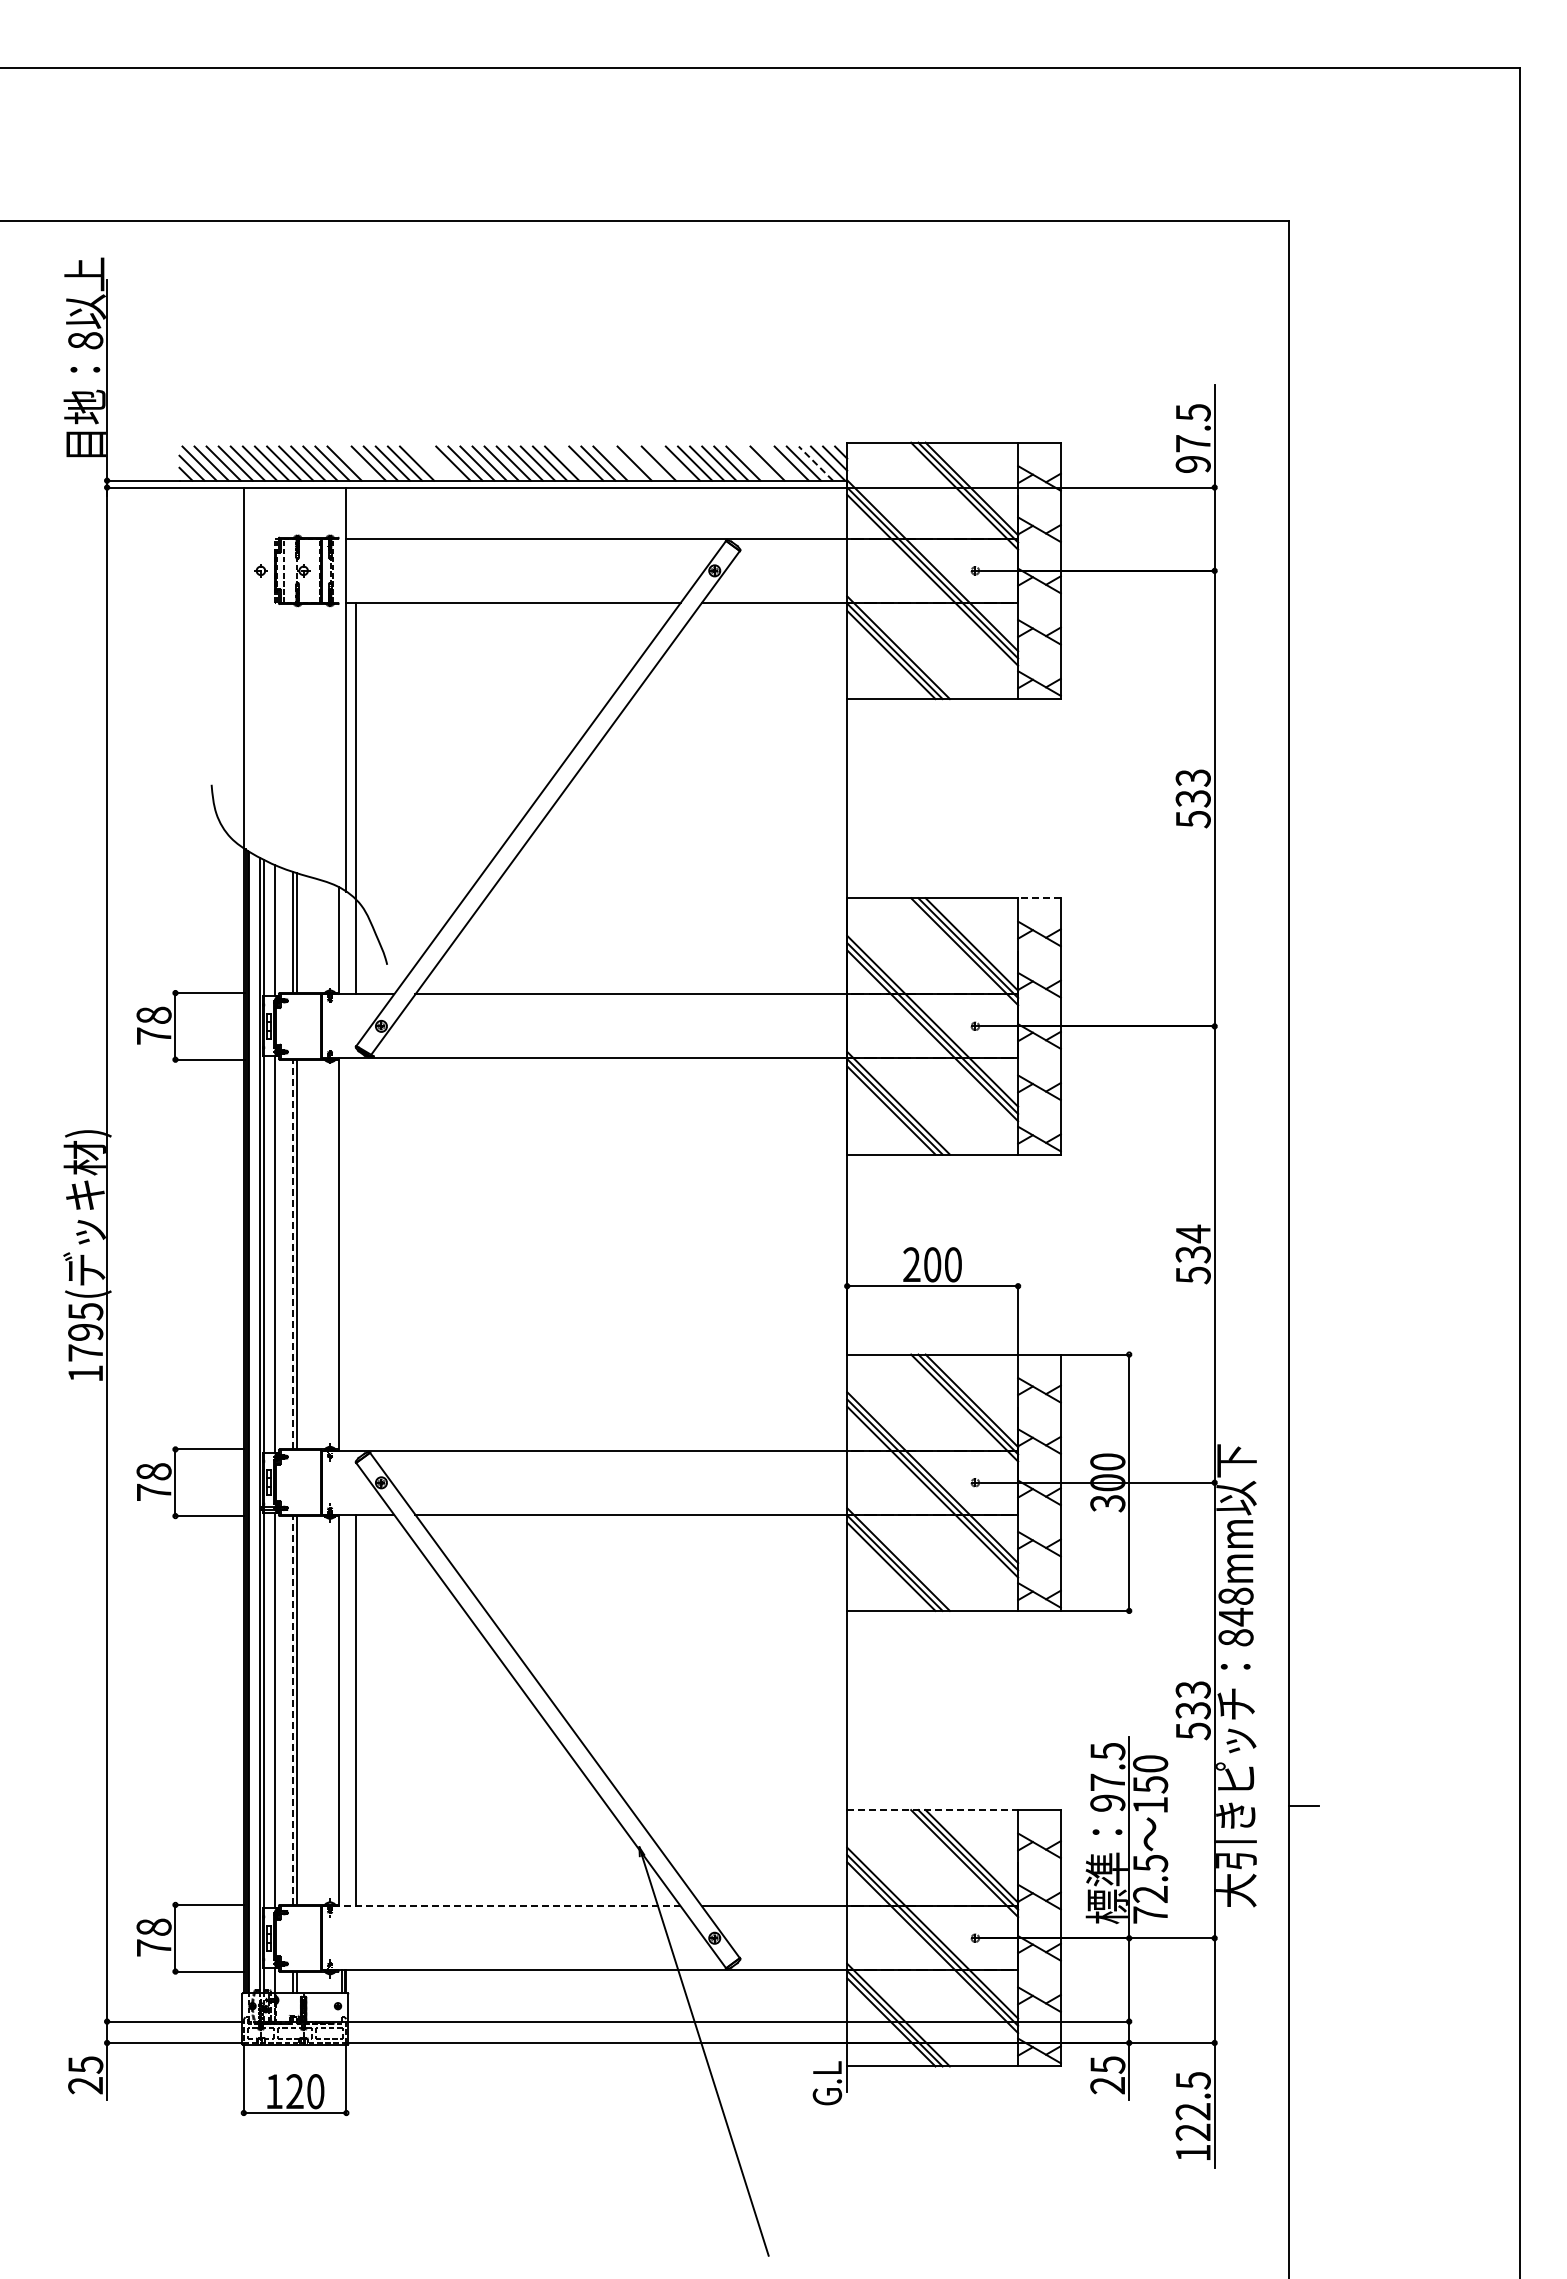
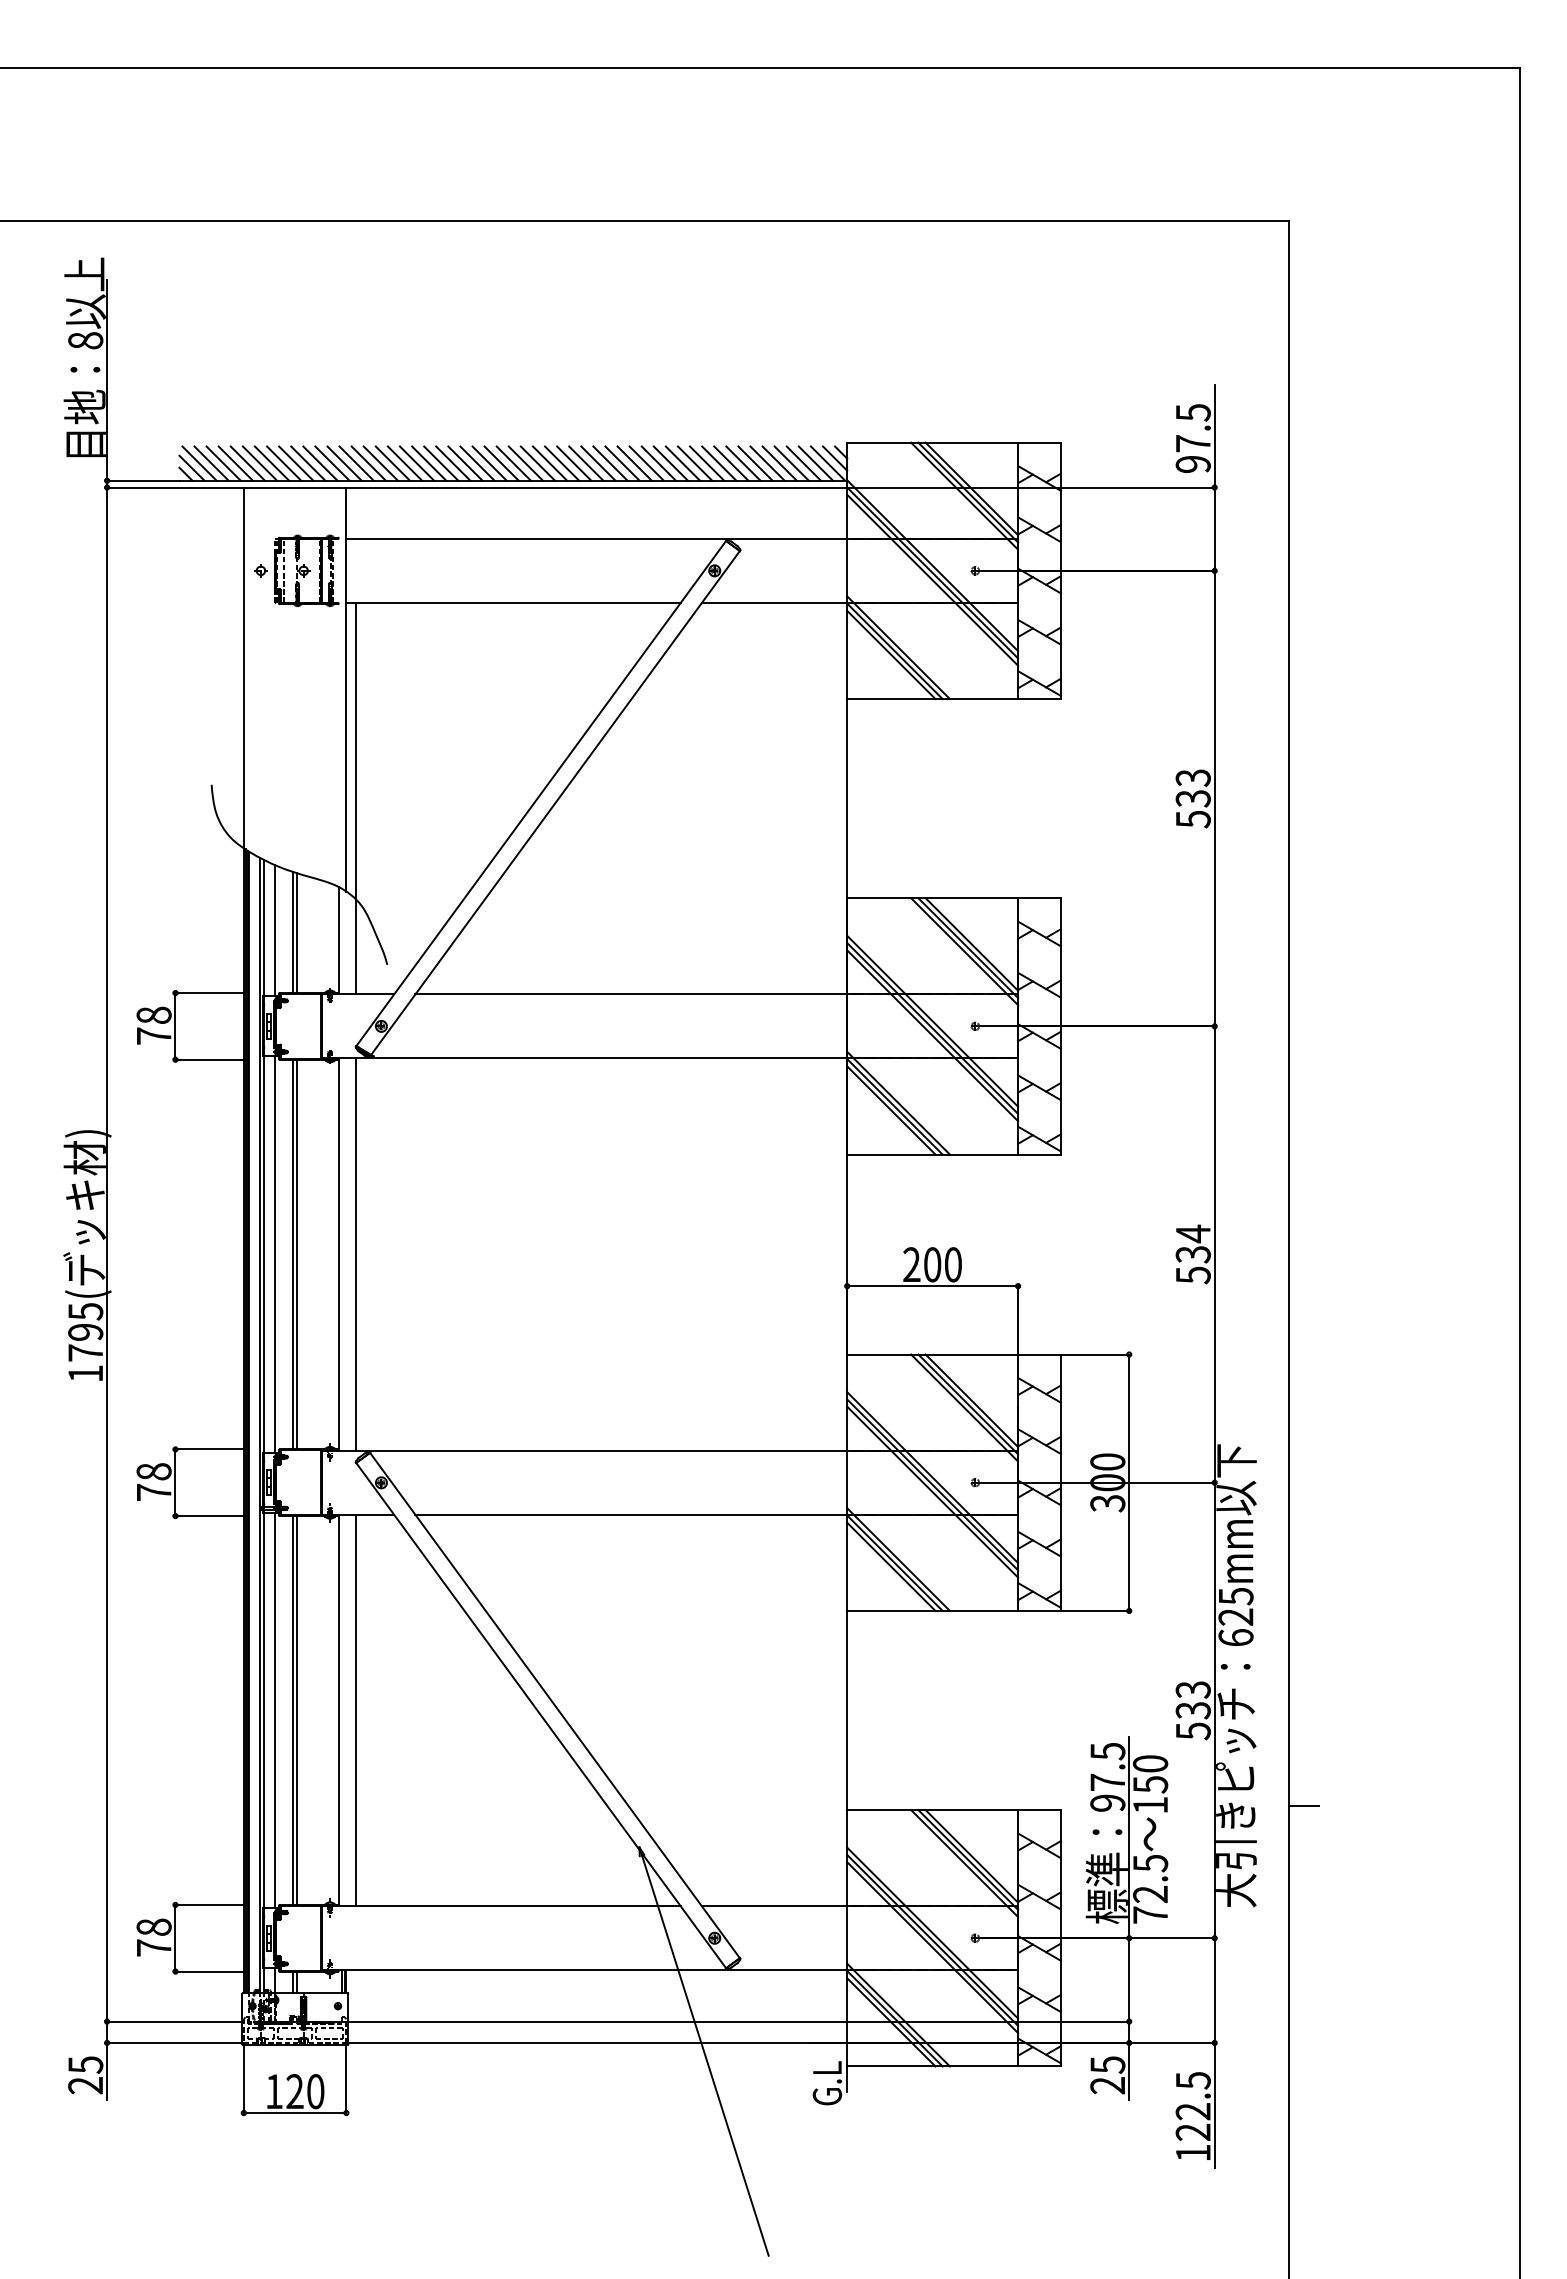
line at (356, 463): none -> present
line at (429, 463): none -> present
line at (441, 463): none -> present
line at (574, 463): none -> present
line at (622, 463): none -> present
line at (646, 463): none -> present
line at (670, 463): none -> present
line at (755, 463): none -> present
line at (779, 463): none -> present
line at (815, 463): dashed -> solid
line at (1039, 898): dashed -> solid
line at (292, 1254): dashed -> solid
line at (355, 1254): none -> present
text at (1235, 1616): 848mm -> 625mm
line at (292, 1710): dashed -> solid
line at (933, 1810): dashed -> solid
line at (501, 1906): dashed -> solid
